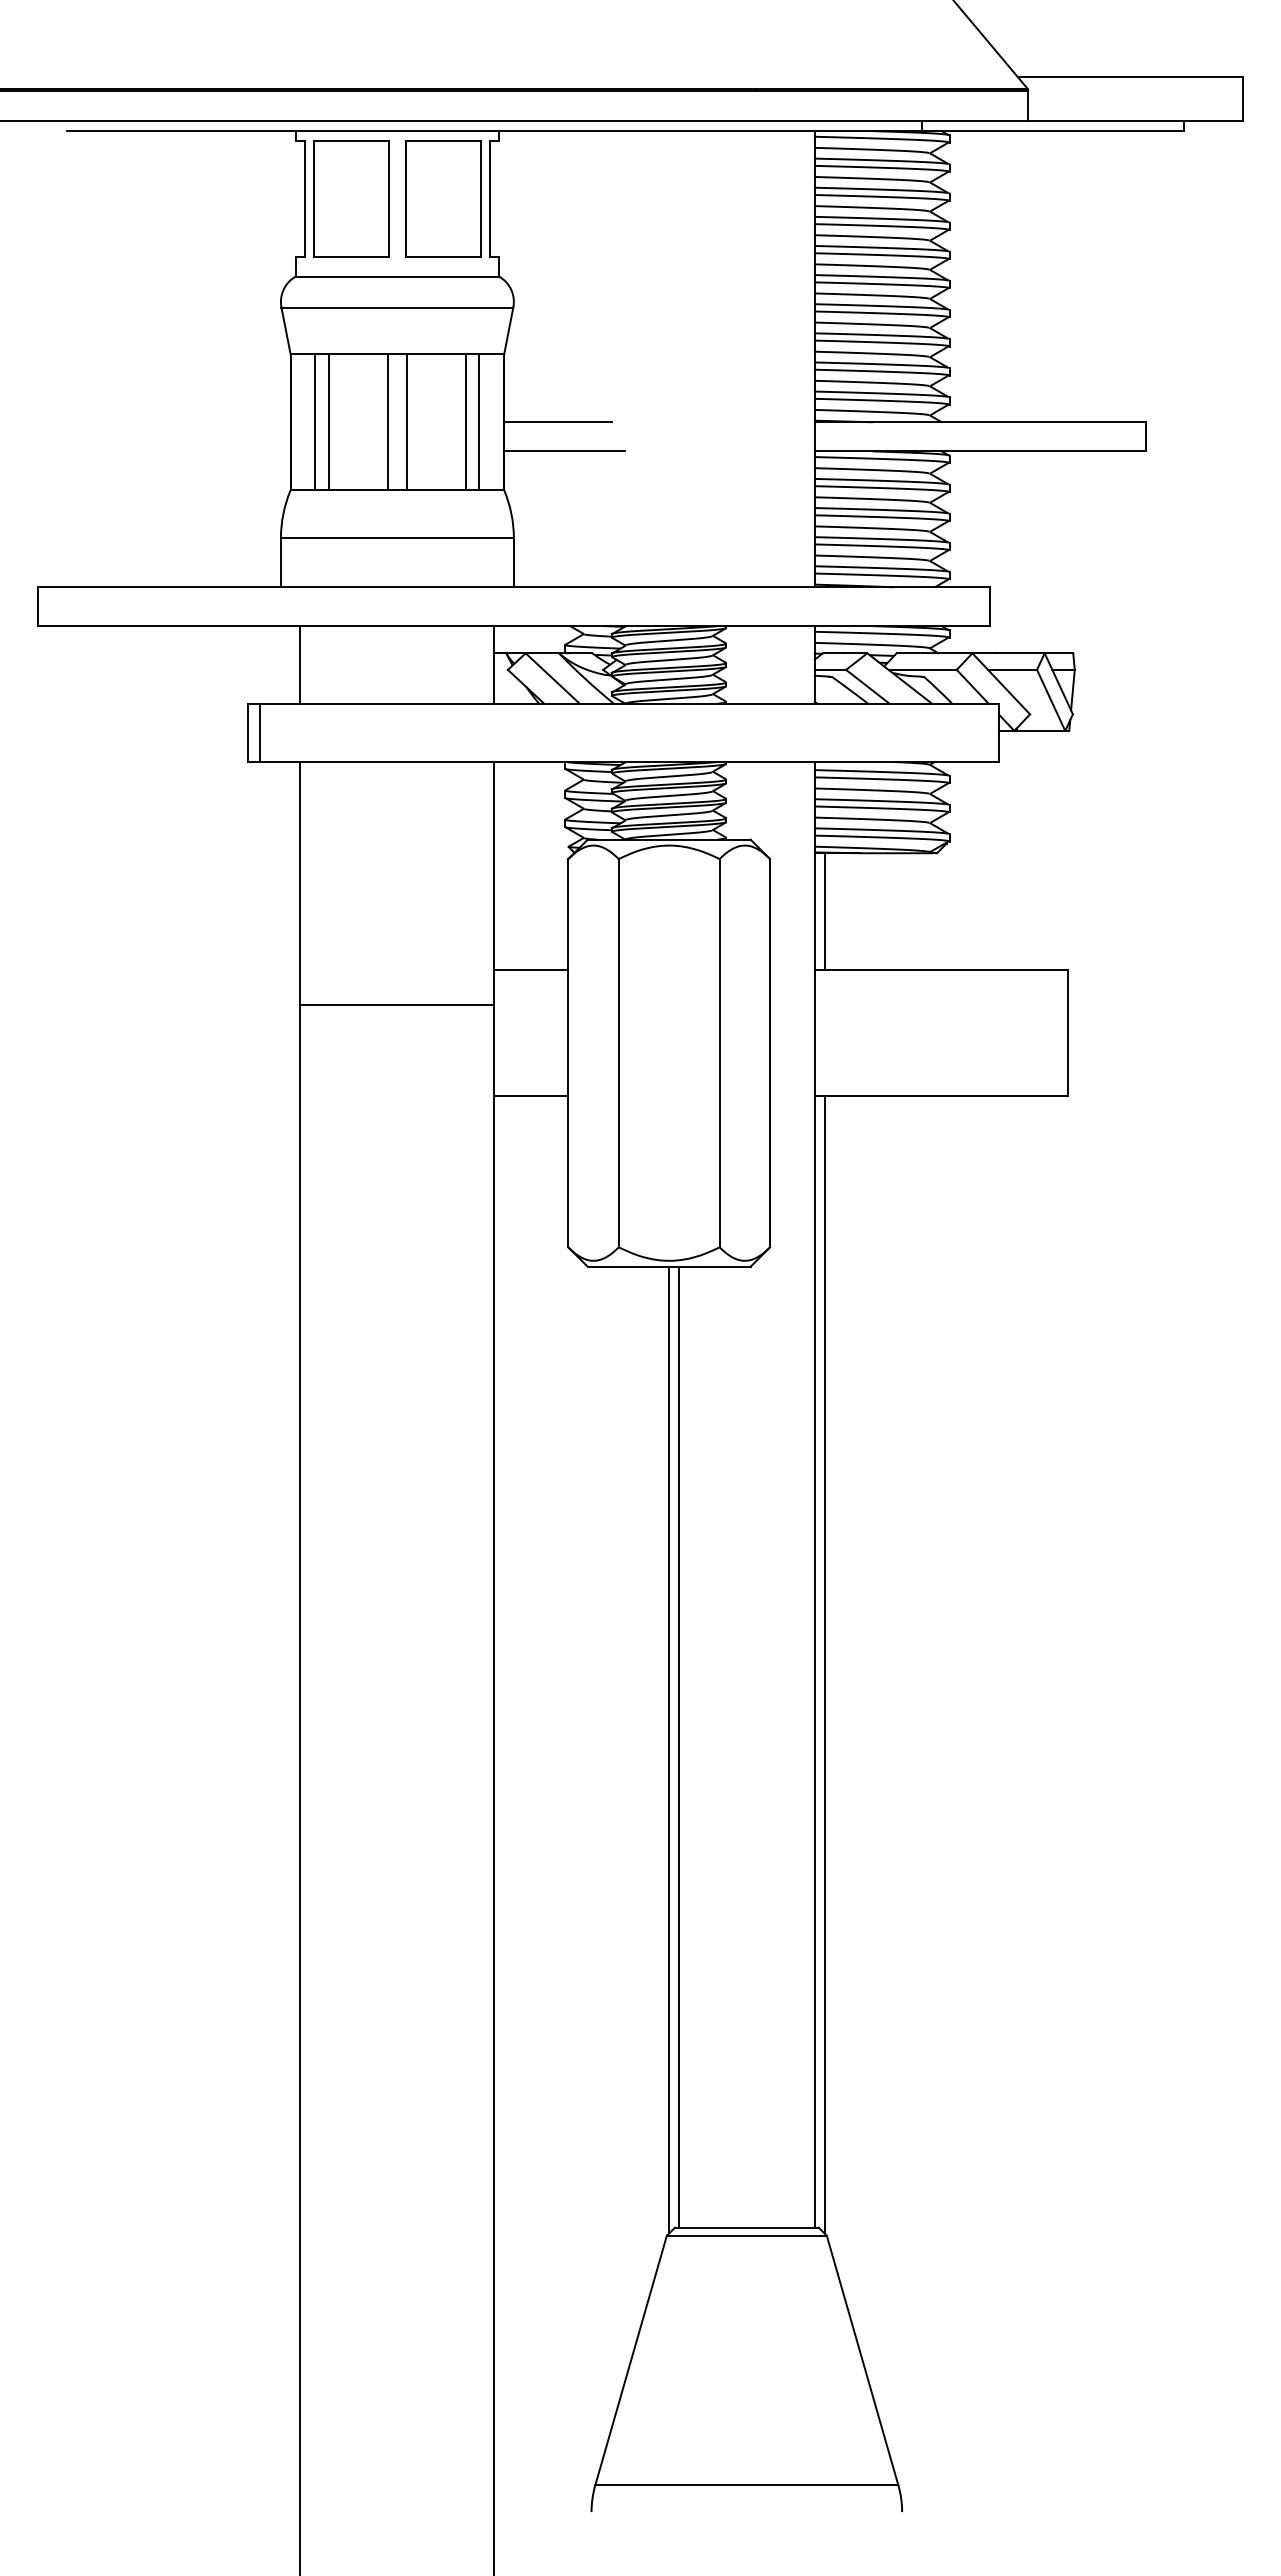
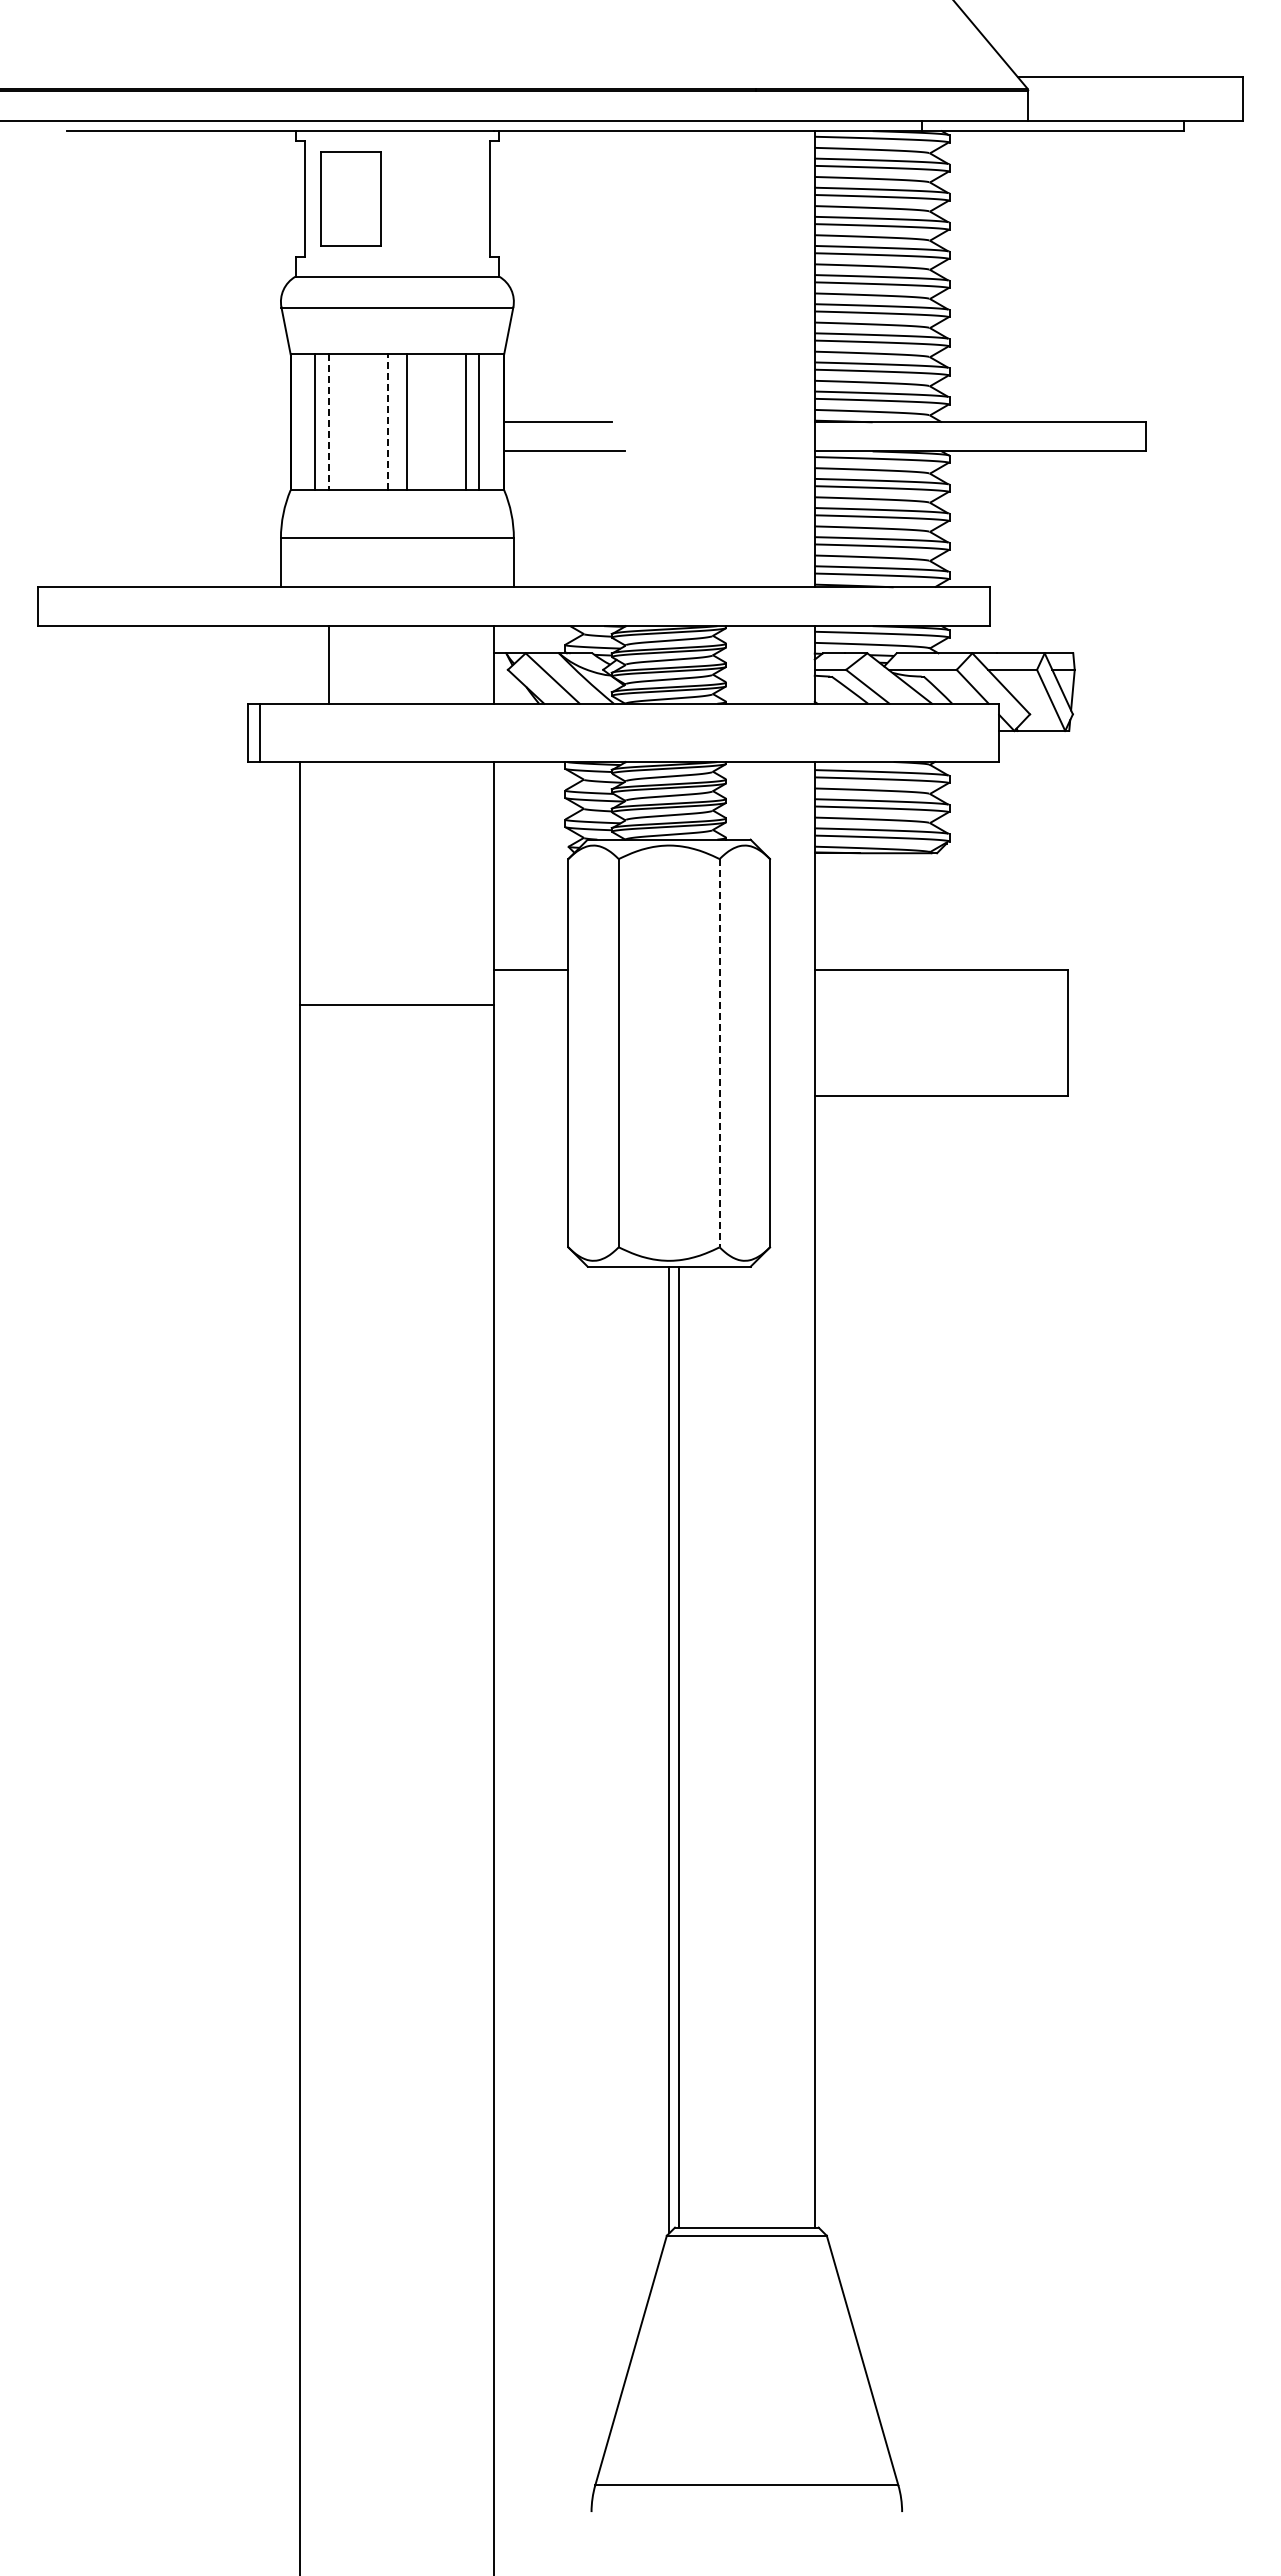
part at (351, 198) size: 77x118 px -> 62x96 px
part at (443, 198): present -> none
line at (329, 422): solid -> dashed
line at (387, 422): solid -> dashed
line at (300, 664) position: (300, 664) -> (329, 664)
line at (824, 911): present -> none
line at (719, 1053): solid -> dashed
line at (531, 1095): present -> none
line at (824, 1664): present -> none
